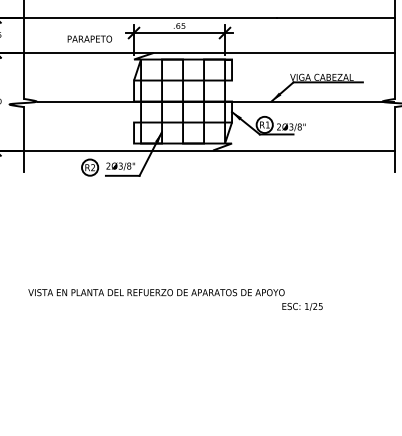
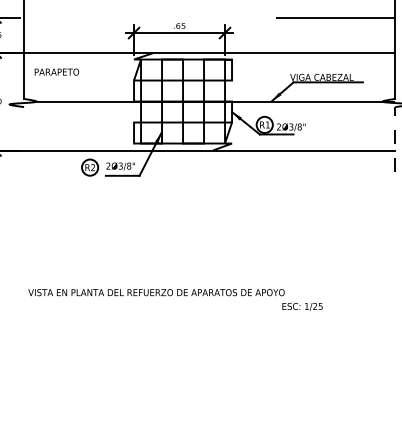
line at (139, 17): present -> none
text at (89, 38) position: (89, 38) -> (56, 71)
line at (395, 138): solid -> dashed
line at (24, 139): present -> none
